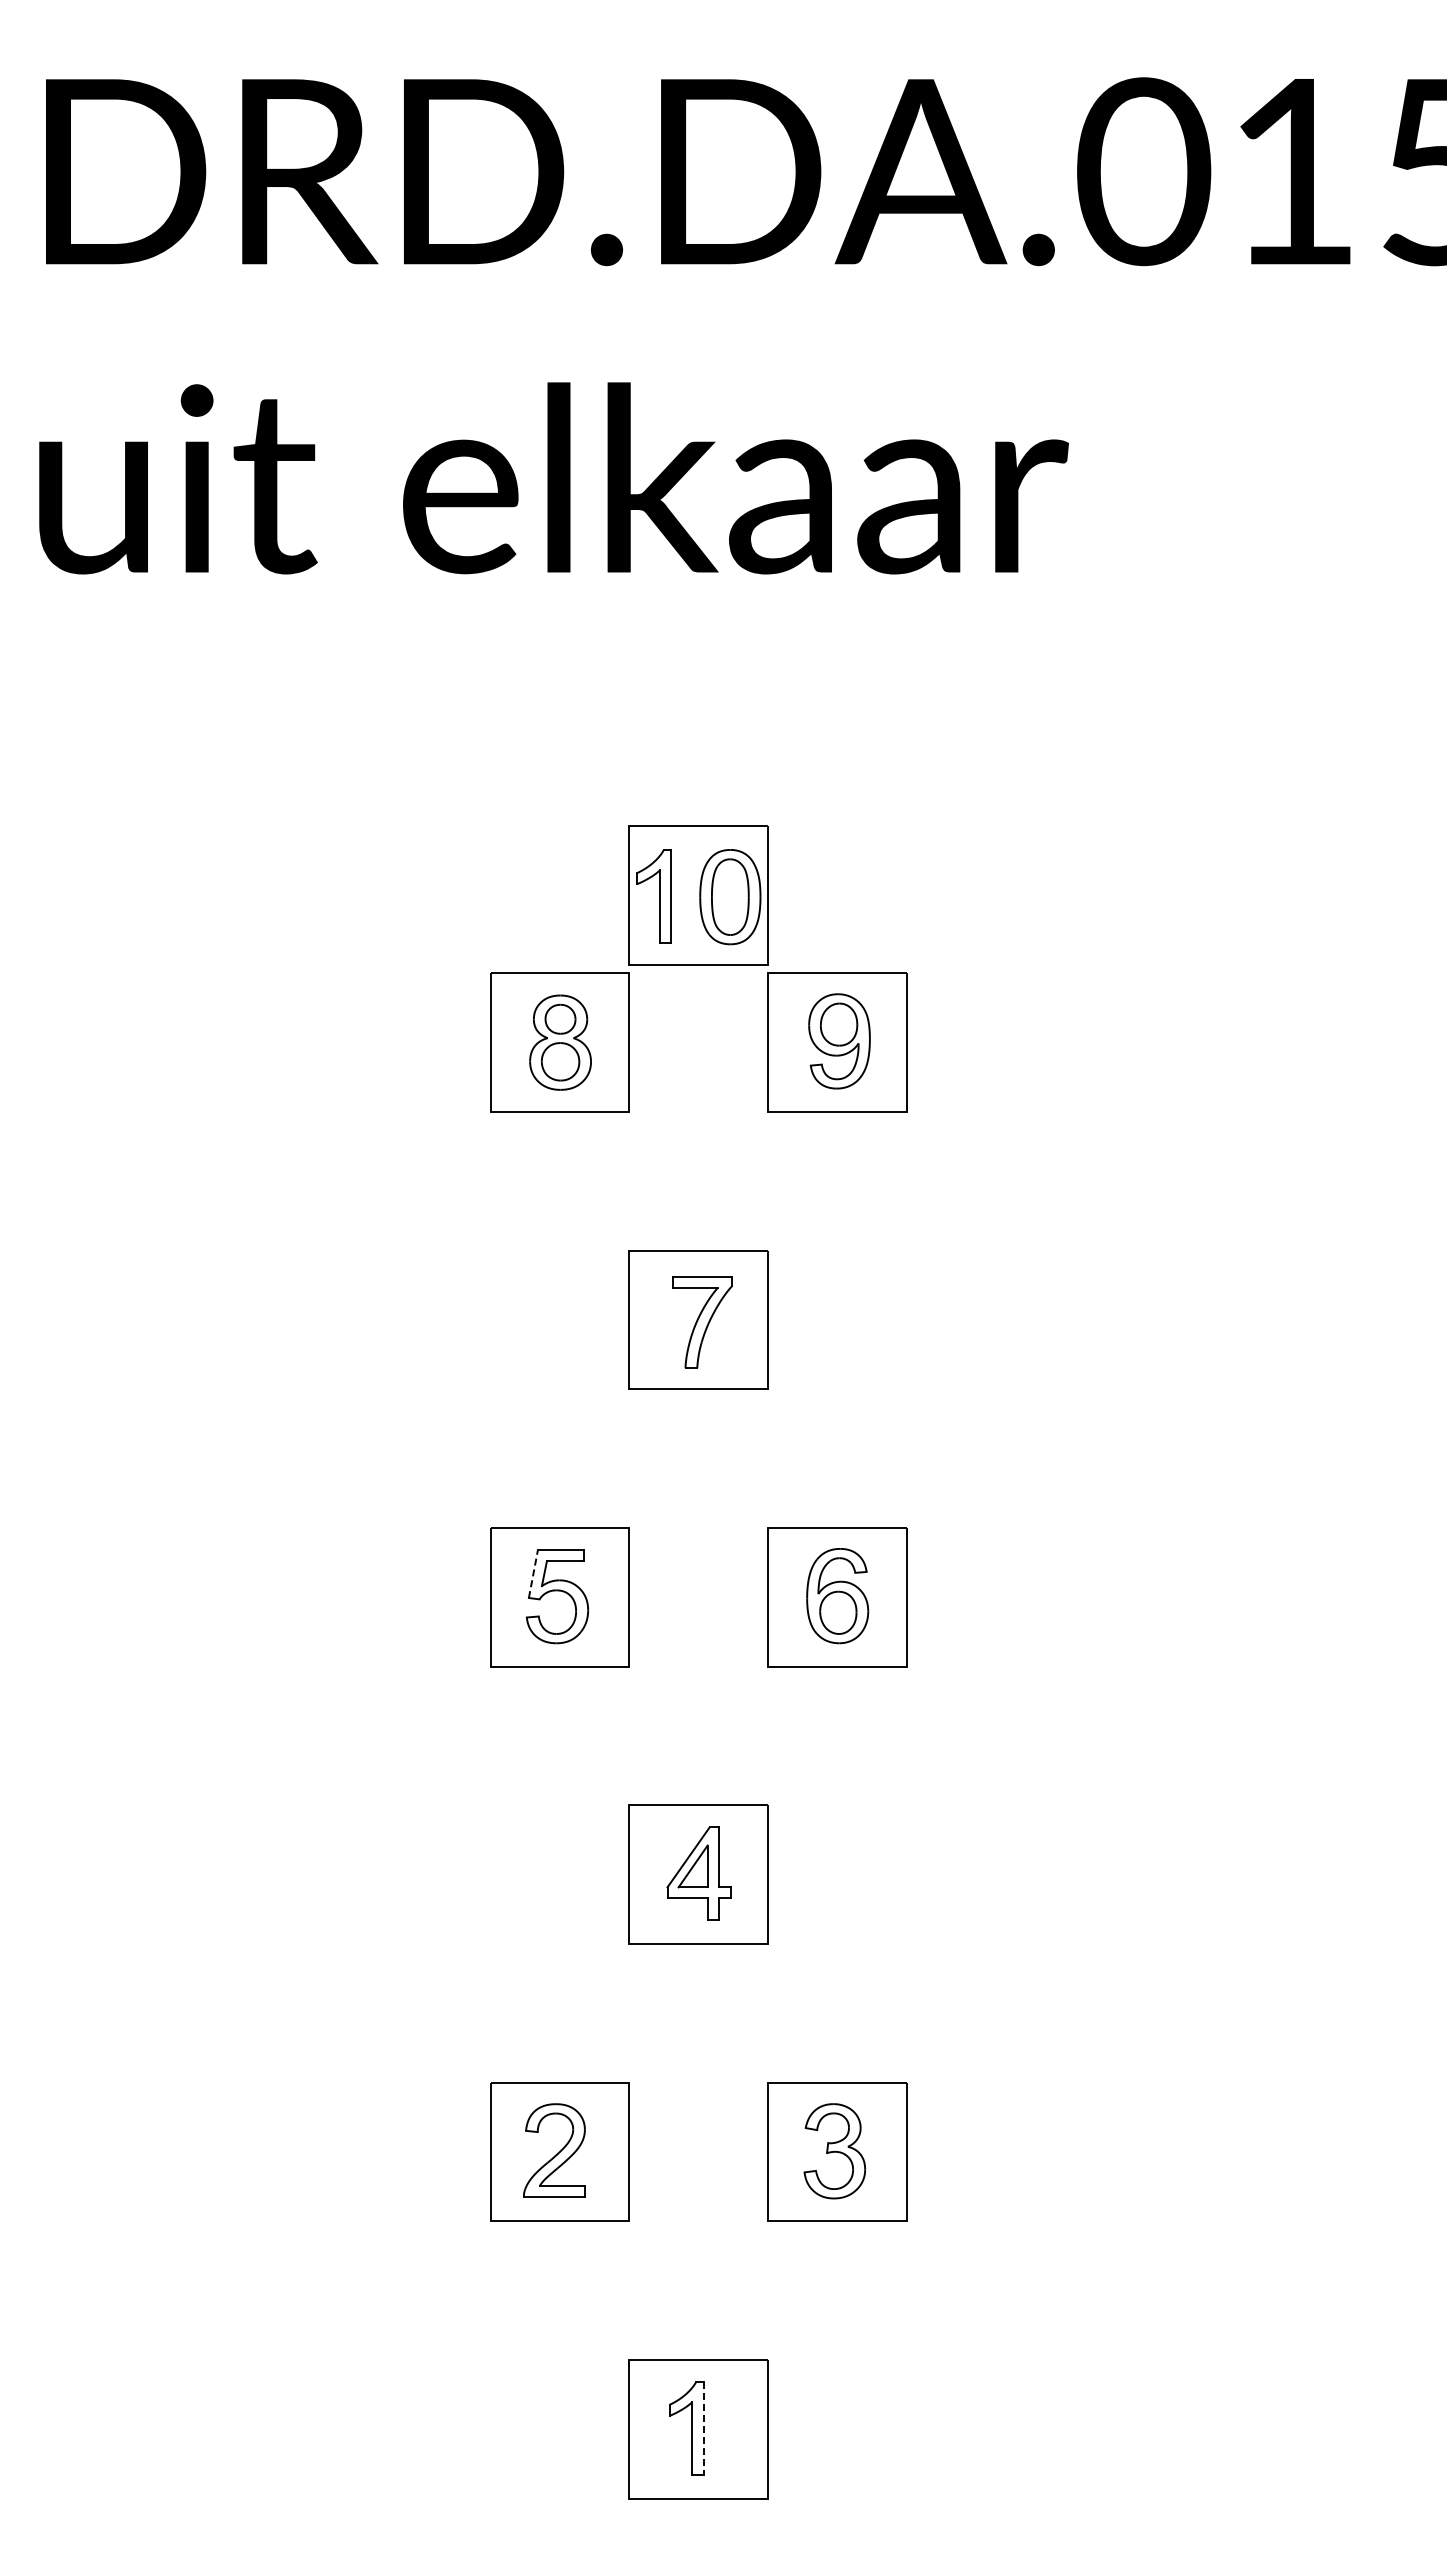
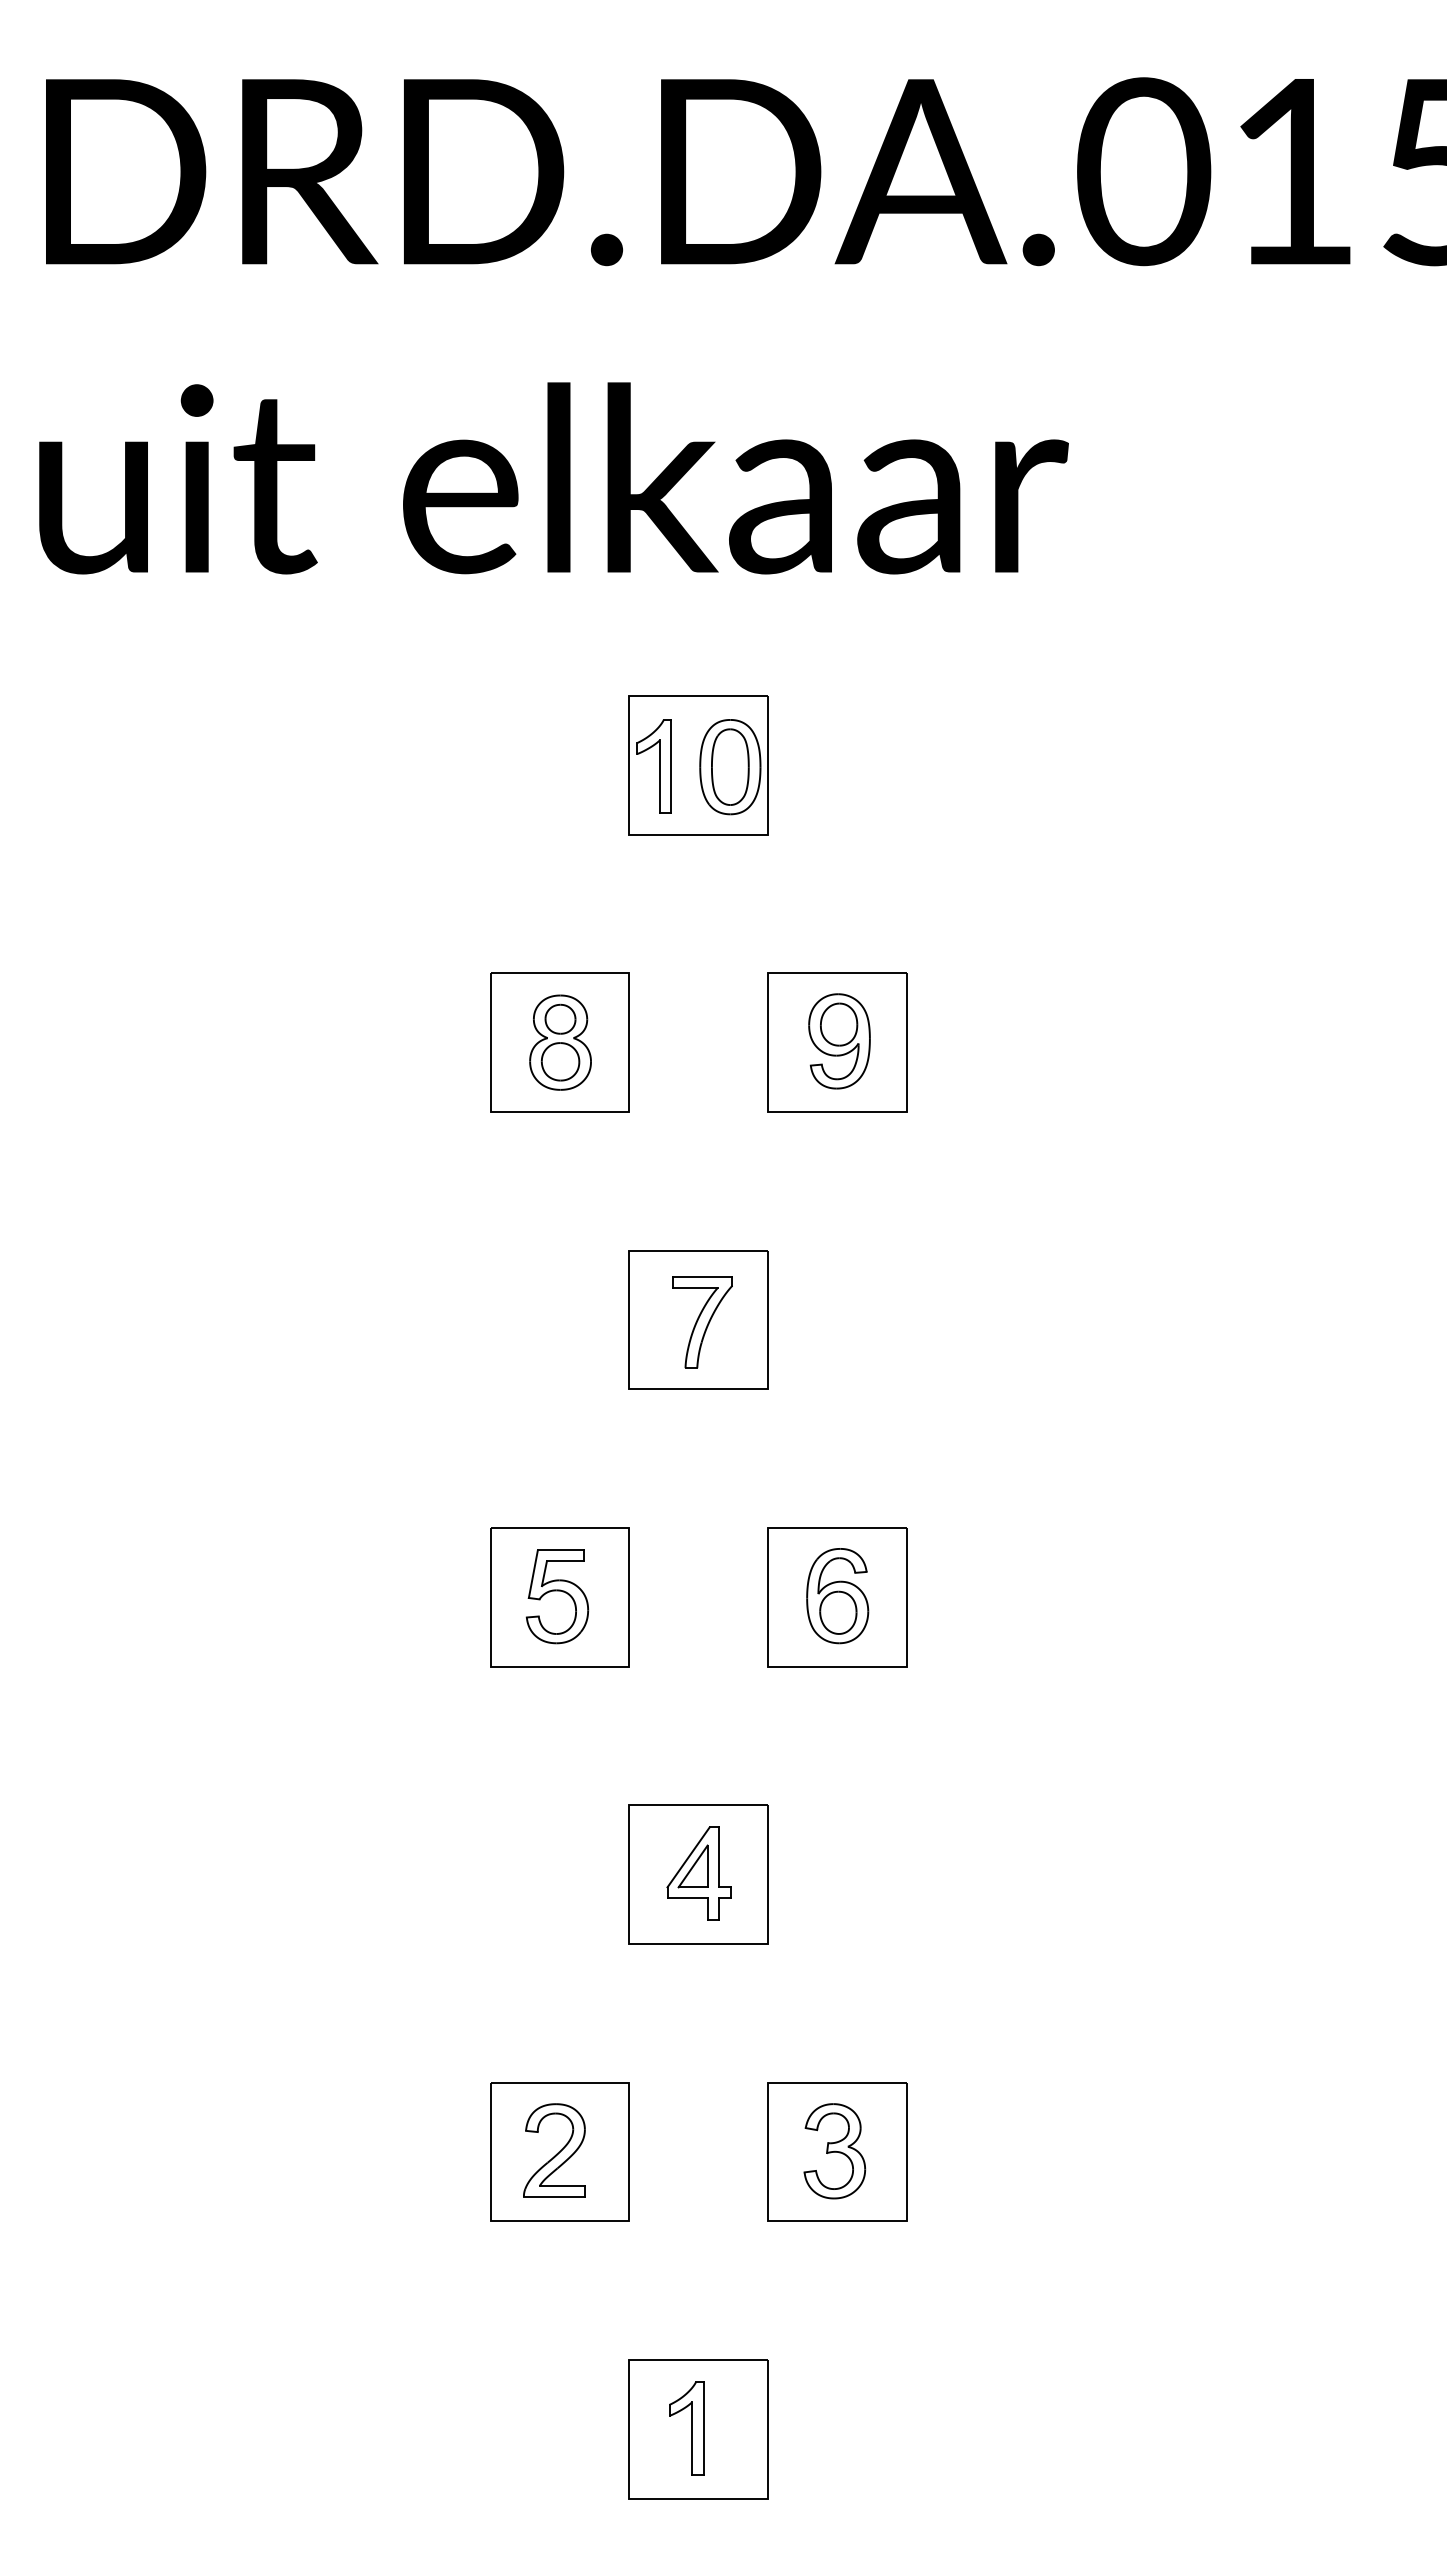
part at (698, 895) position: (698, 895) -> (698, 765)
line at (533, 1573): dashed -> solid
line at (703, 2428): dashed -> solid
